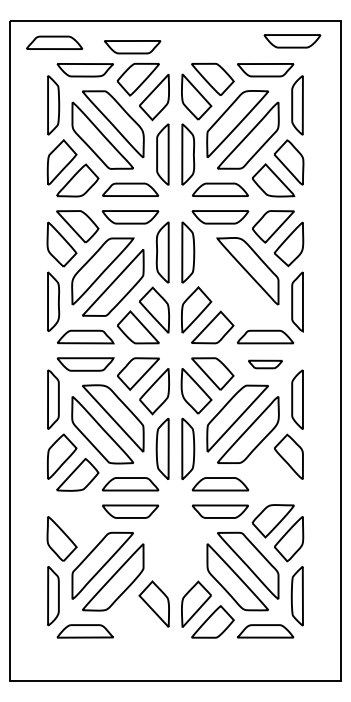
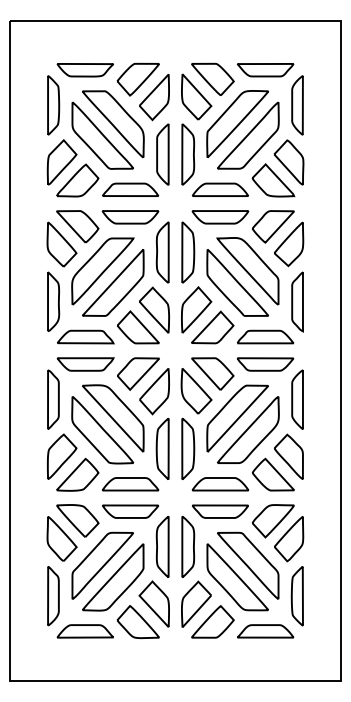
part at (292, 41): present -> none
part at (54, 42): present -> none
part at (132, 47): present -> none
part at (237, 282): none -> present
part at (265, 364) size: 35x11 px -> 59x15 px
part at (273, 474): none -> present
part at (77, 520): none -> present
part at (162, 546): none -> present
part at (188, 546): none -> present
part at (137, 621): none -> present
